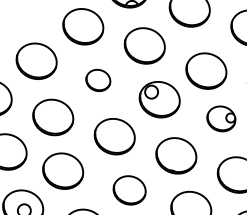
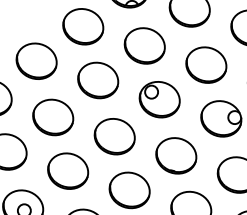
part at (206, 70) position: (206, 70) -> (206, 64)
part at (98, 80) size: 27x25 px -> 43x39 px
part at (221, 118) size: 31x28 px -> 43x38 px
part at (63, 170) position: (63, 170) -> (68, 170)
part at (129, 190) size: 35x31 px -> 43x39 px
